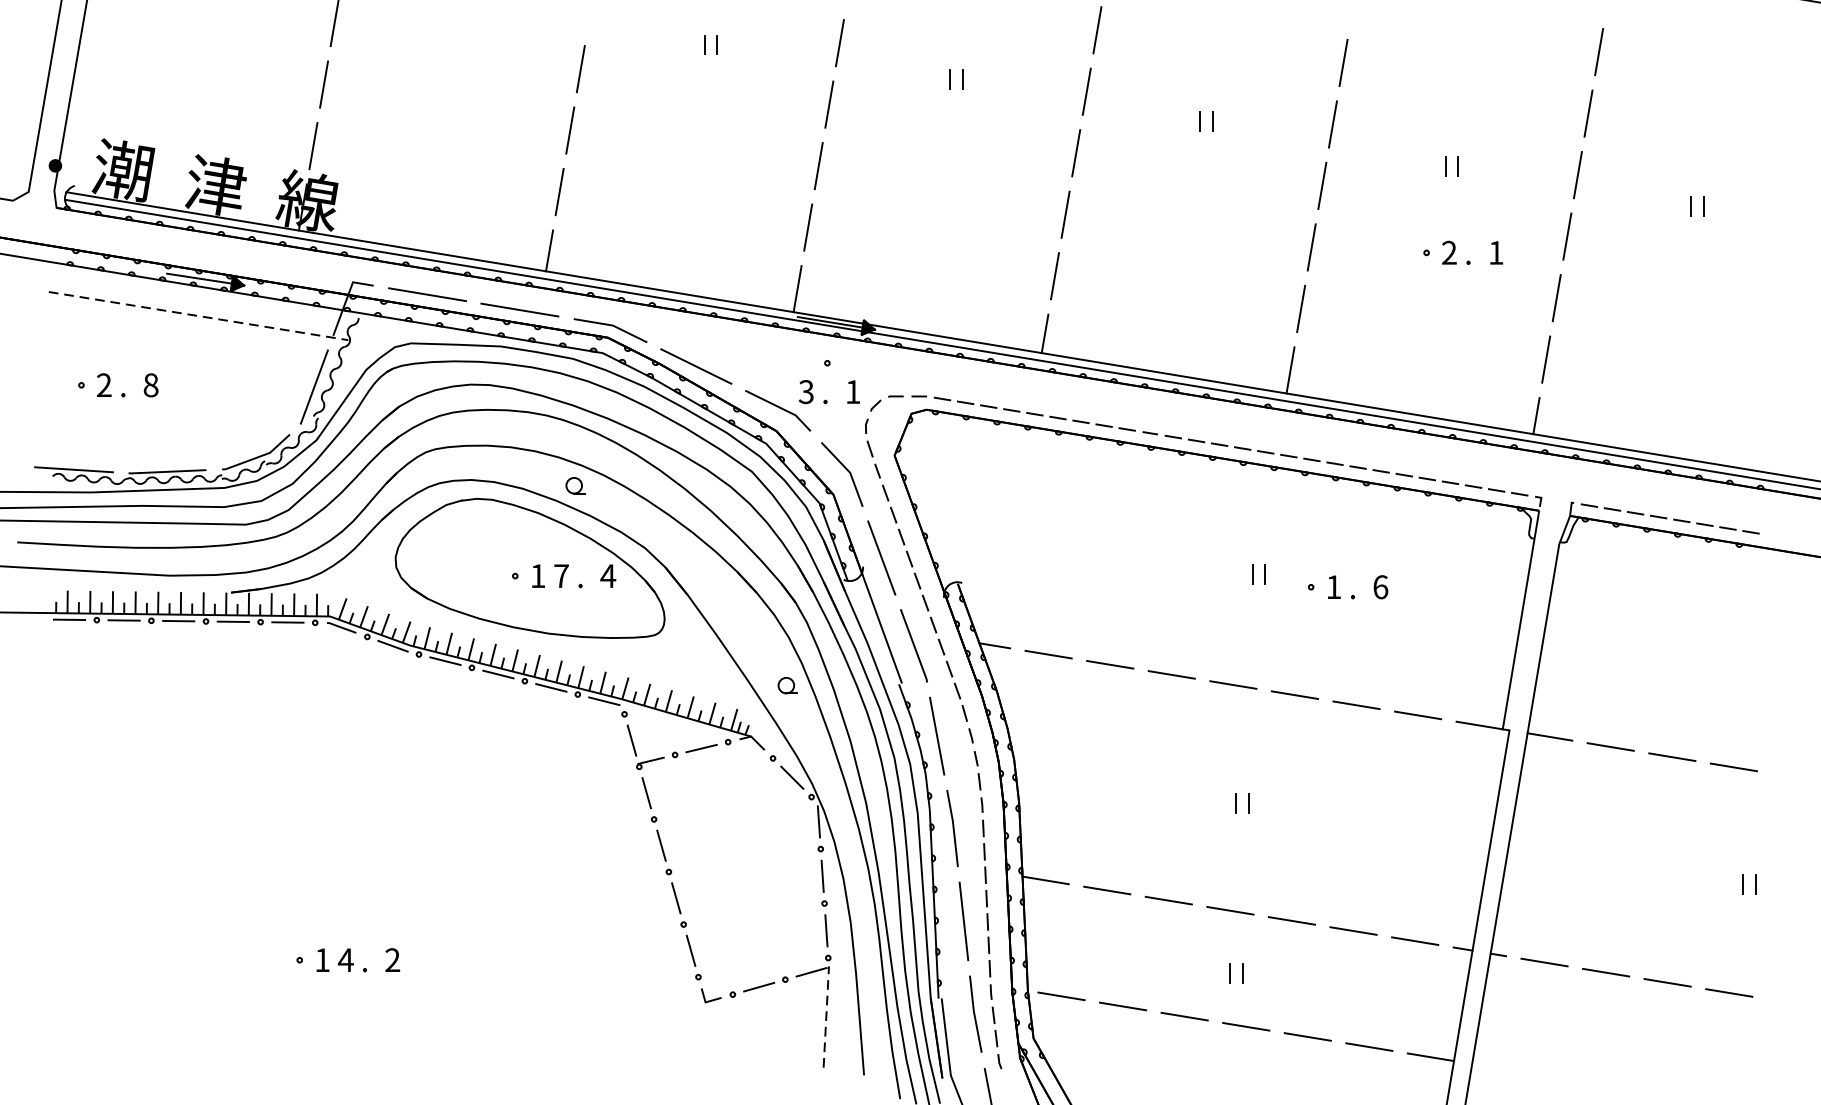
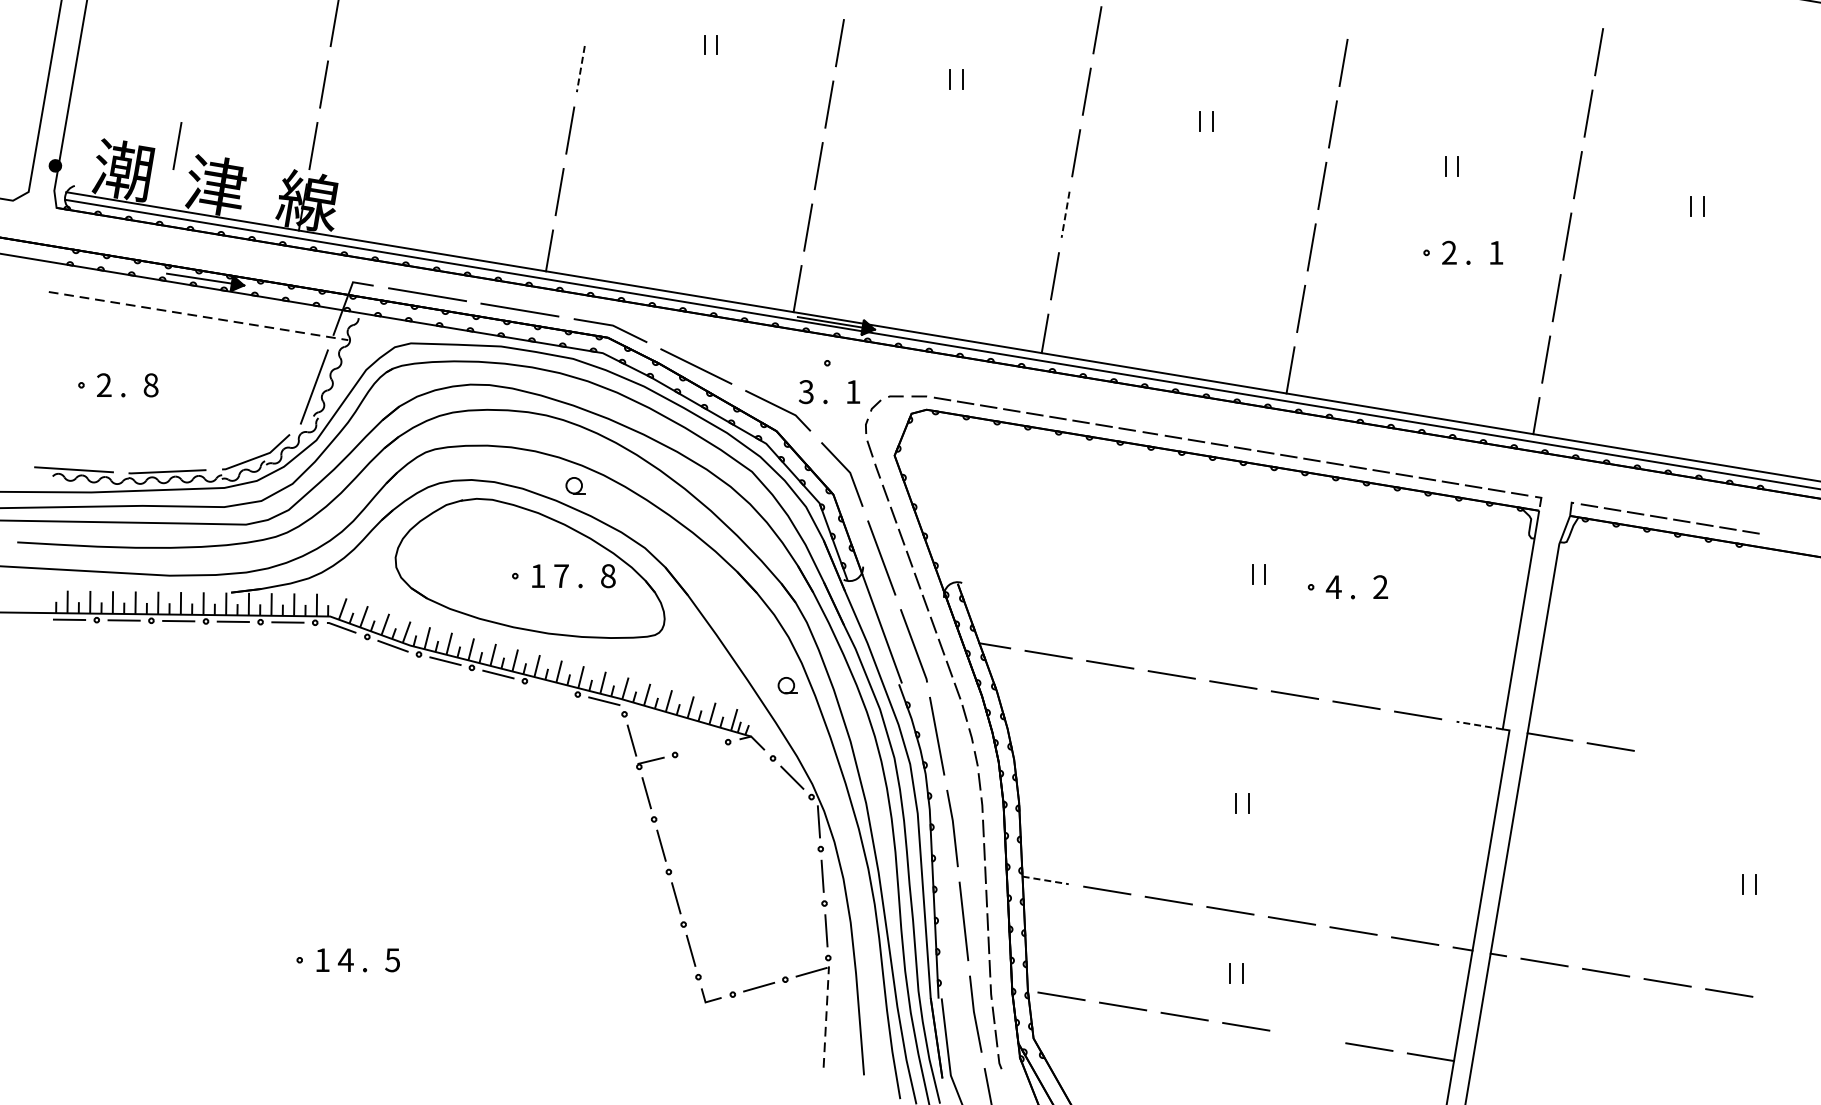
line at (580, 69): solid -> dashed
line at (177, 145): none -> present
line at (1065, 215): solid -> dashed
text at (608, 576): 4 -> 8
text at (1333, 586): 1 -> 4
text at (1380, 587): 6 -> 2
line at (551, 687): present -> none
line at (1479, 725): solid -> dashed
line at (701, 748): present -> none
line at (1672, 757): present -> none
line at (1733, 767): present -> none
line at (1046, 880): solid -> dashed
text at (392, 960): 2 -> 5
line at (1307, 1036): present -> none
